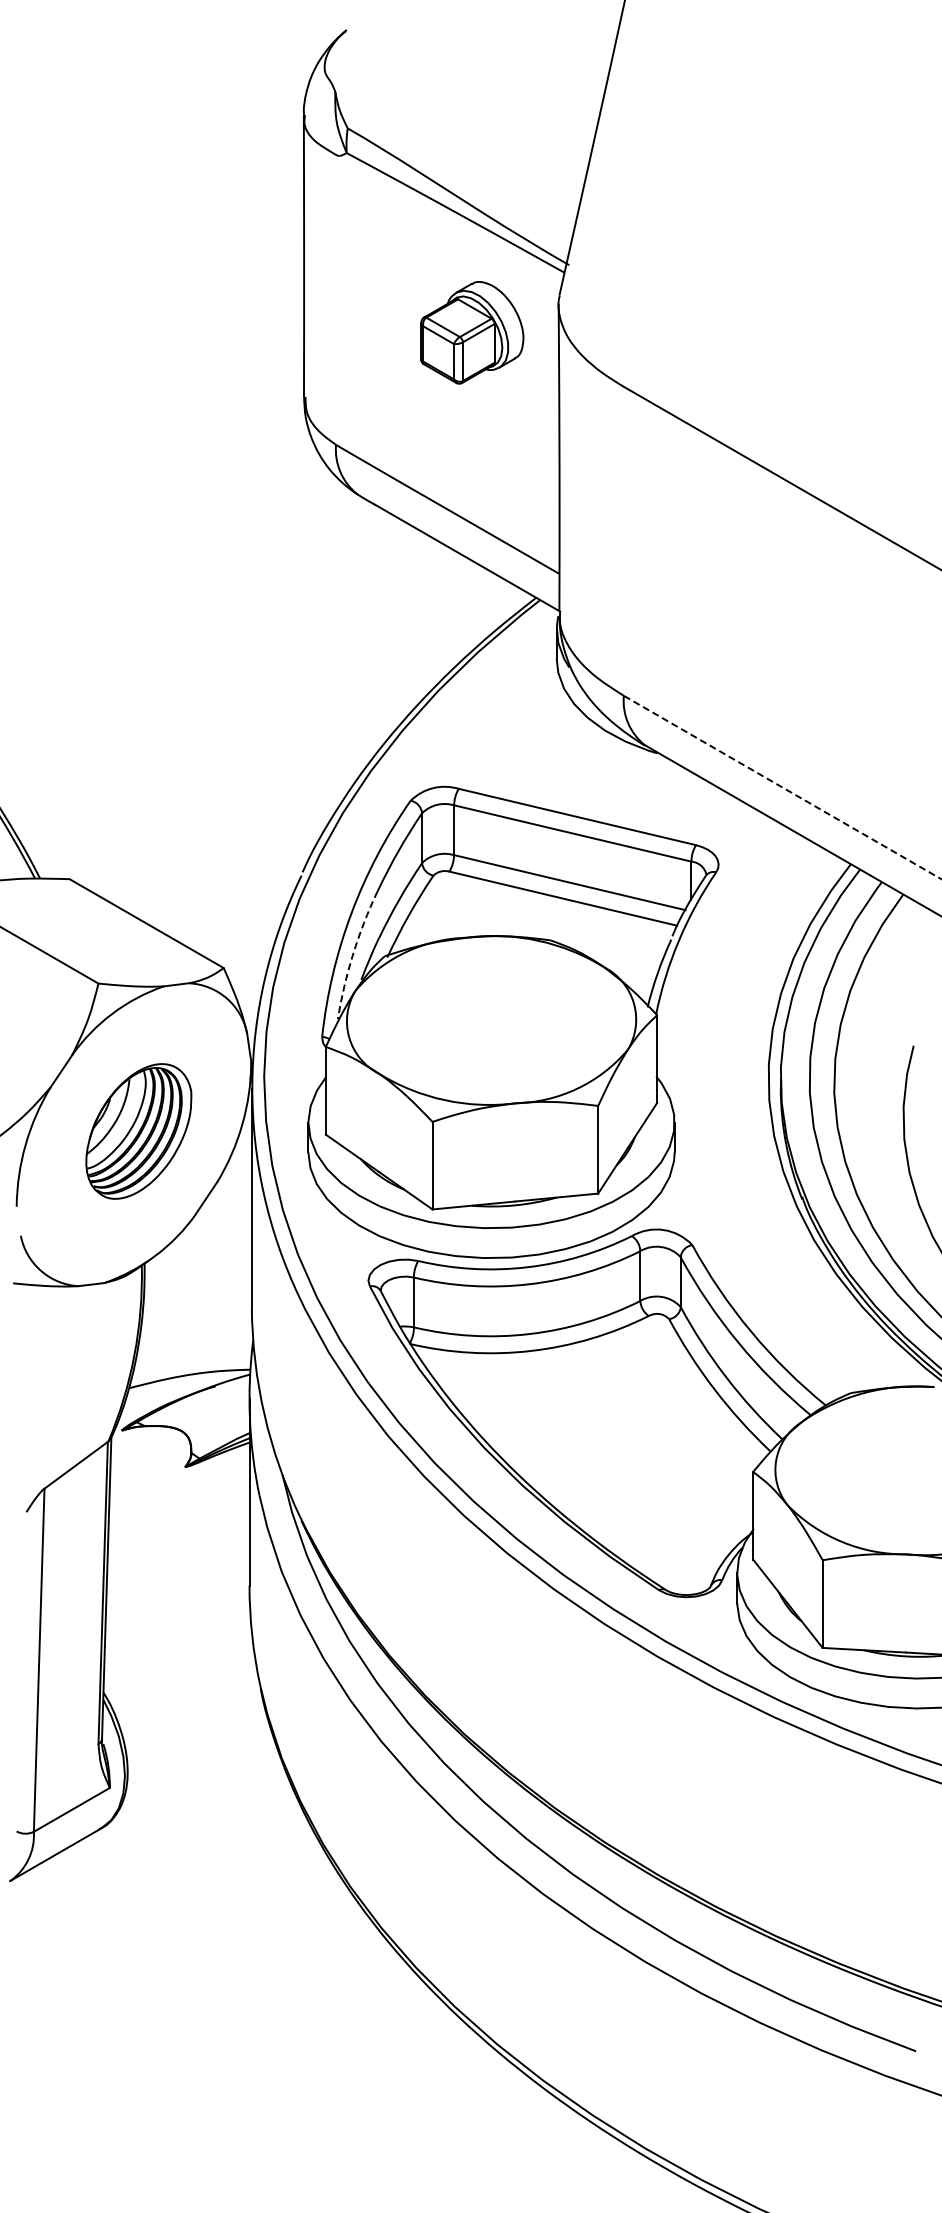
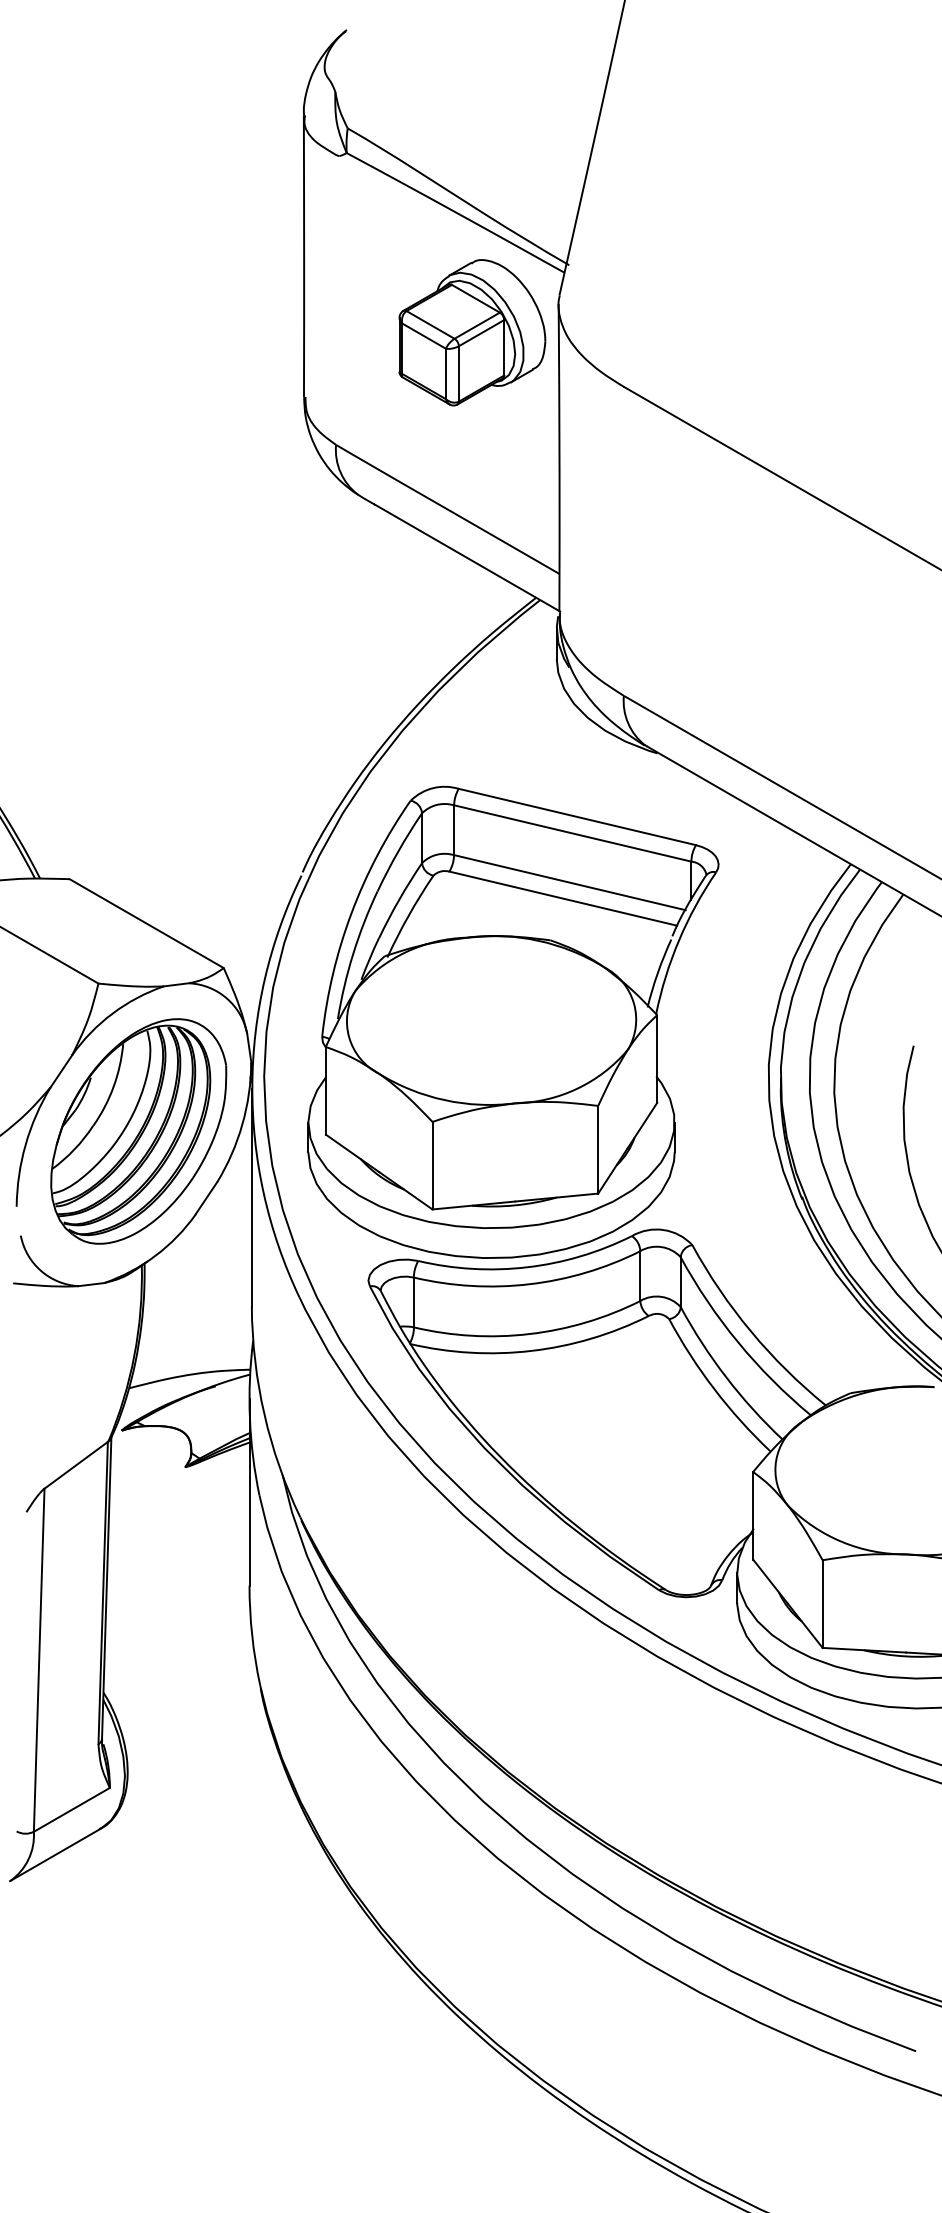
part at (472, 332) size: 105x104 px -> 149x148 px
line at (783, 788): dashed -> solid
arc at (353, 953): dashed -> solid
part at (138, 1131) size: 108x137 px -> 178x227 px
